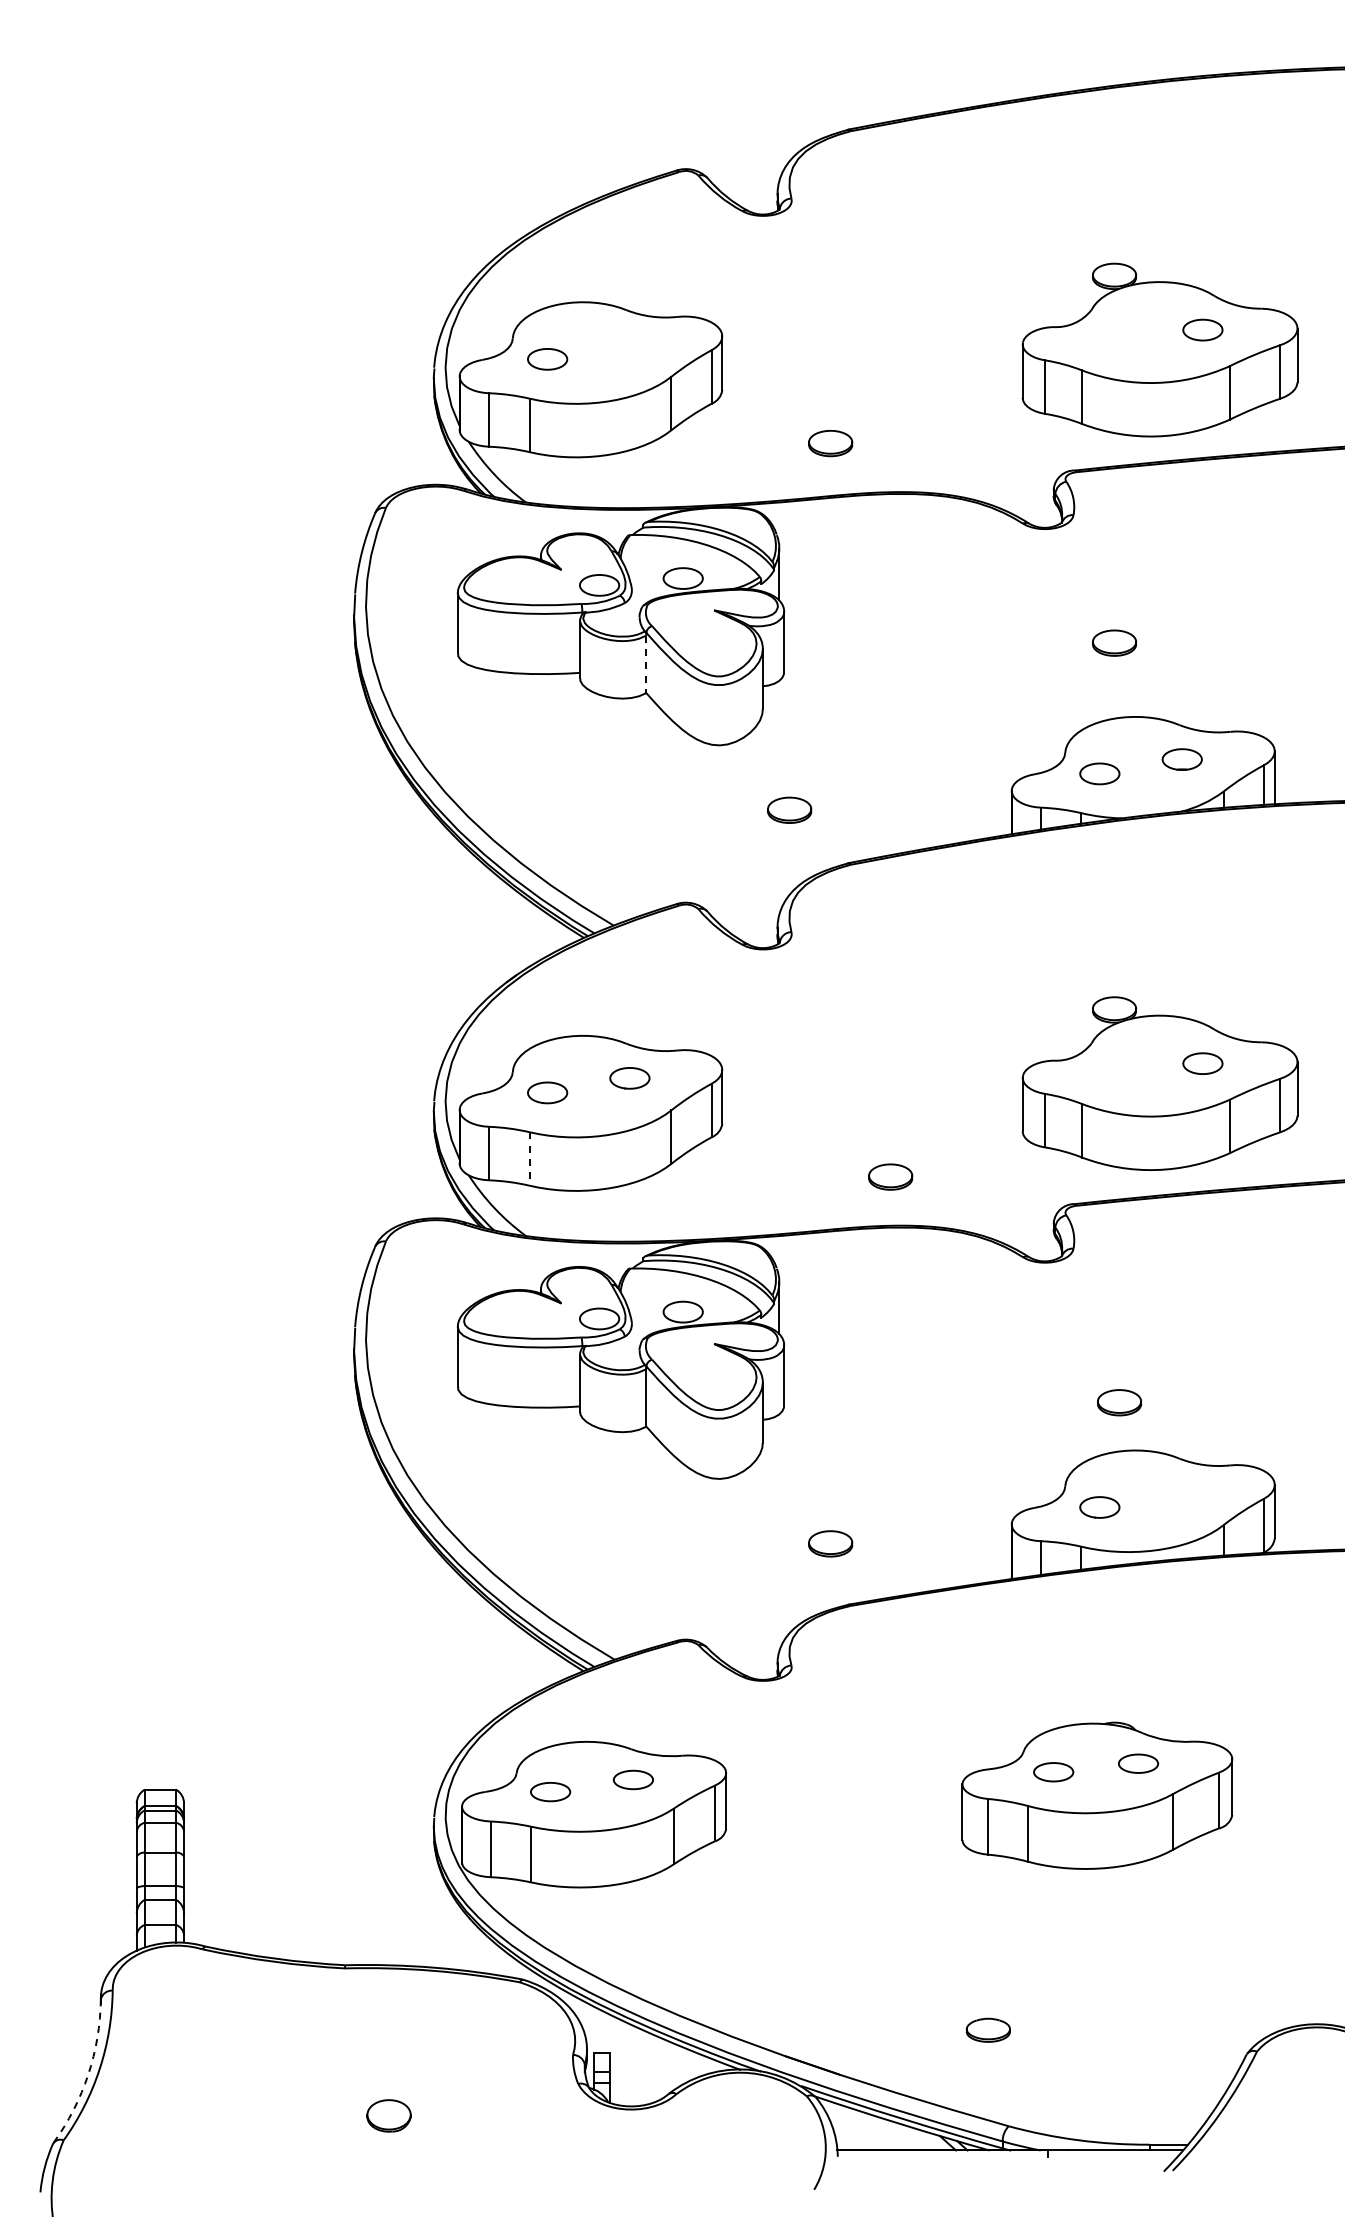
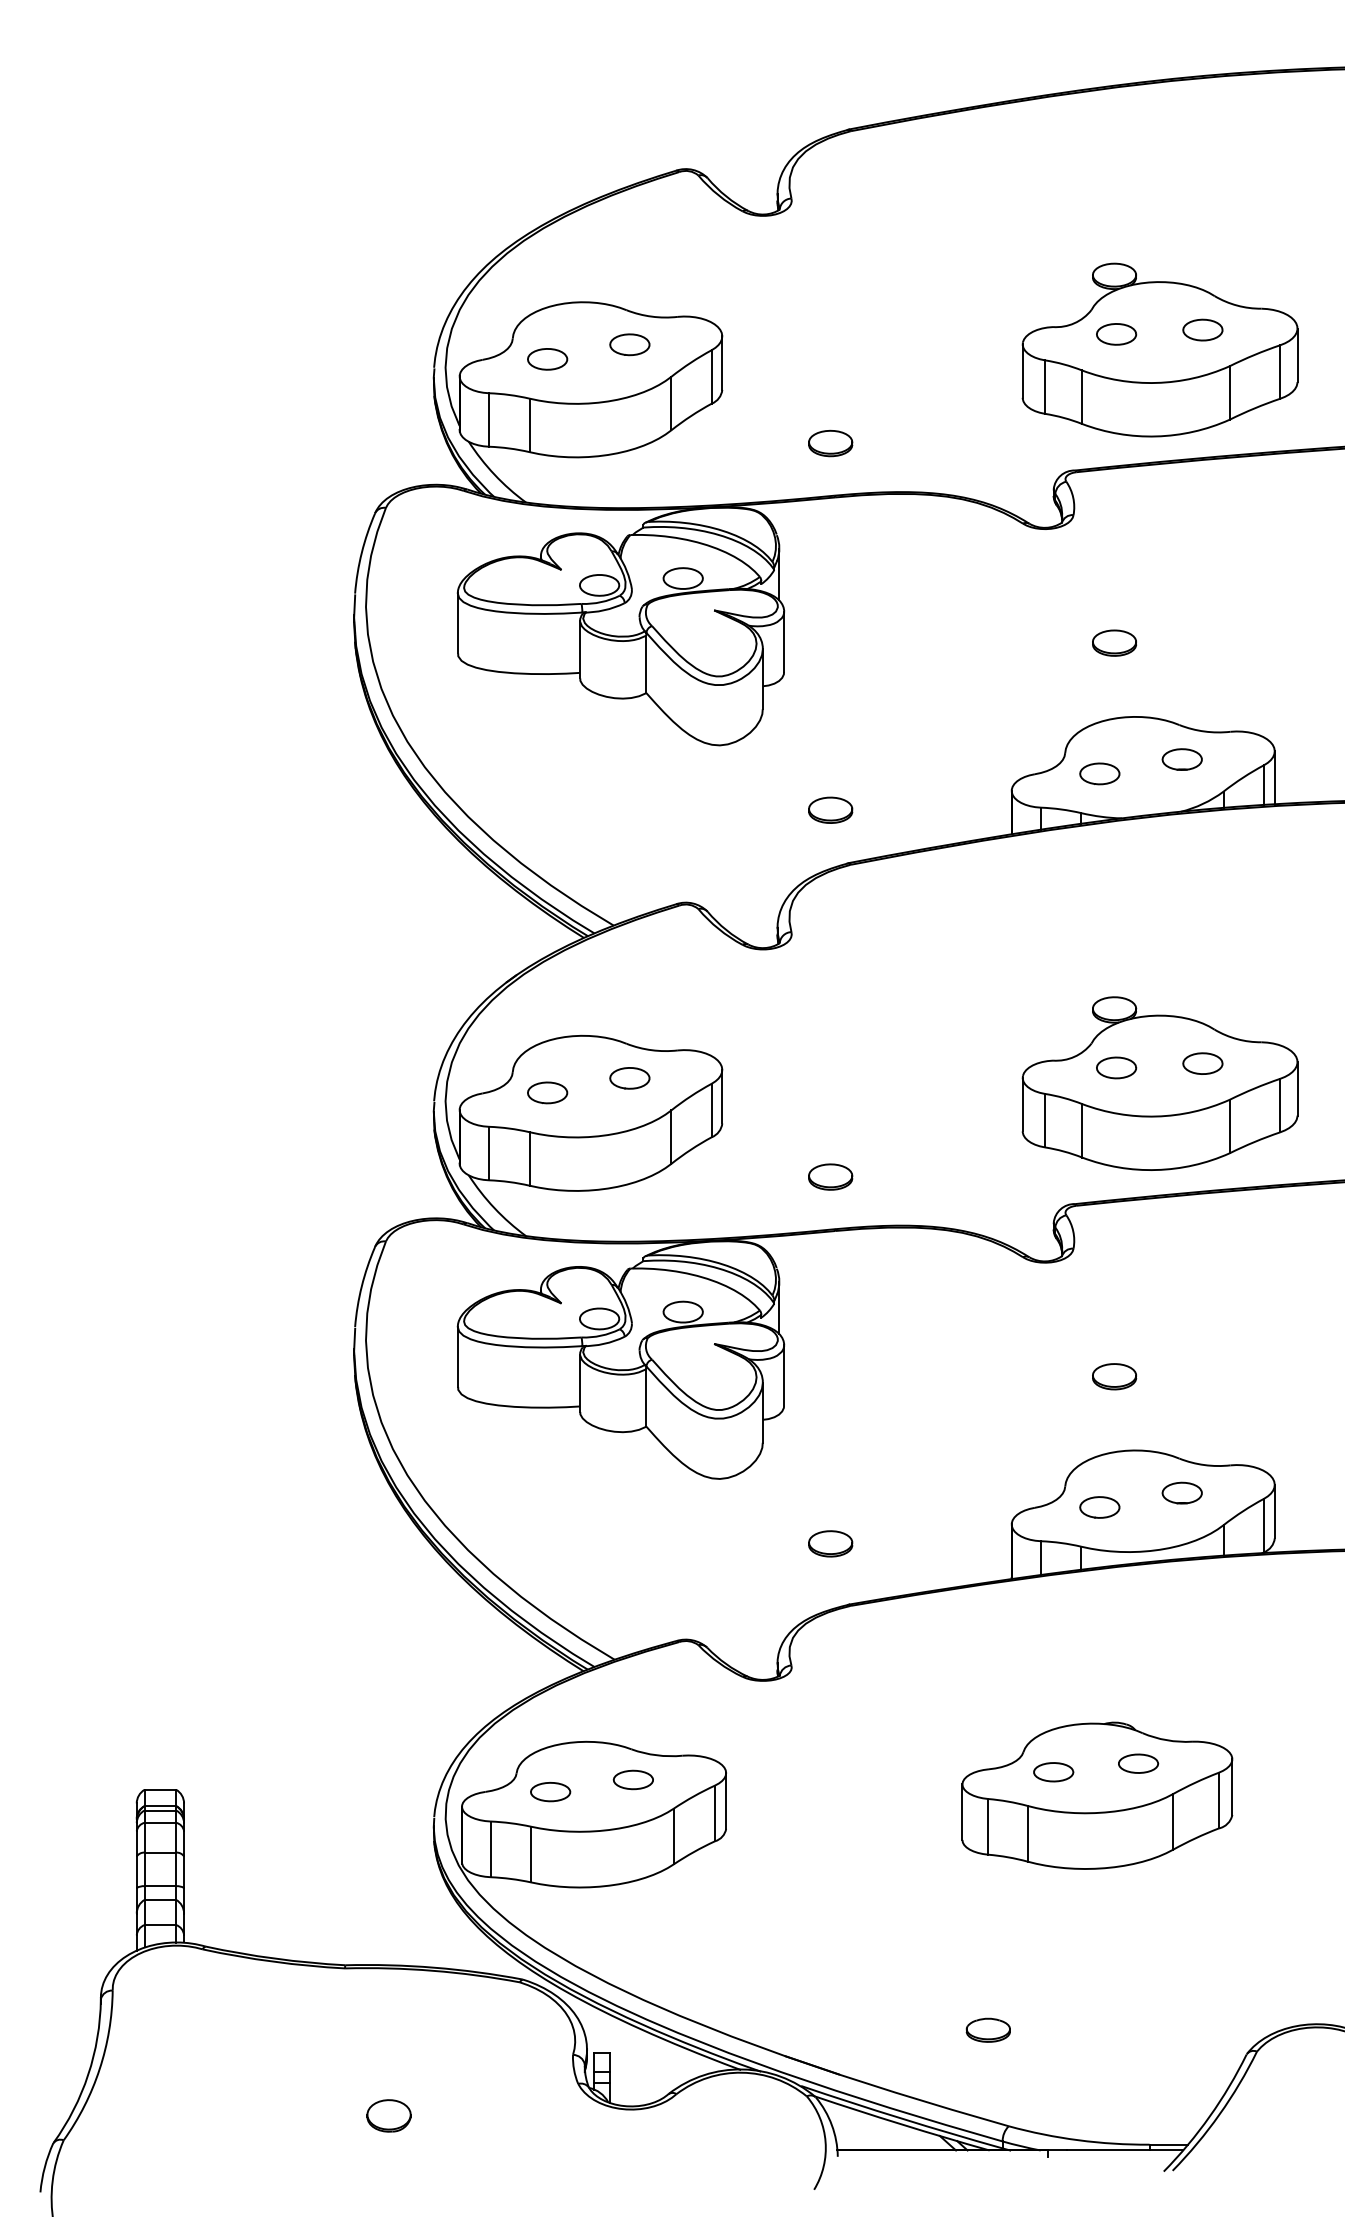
part at (1116, 334): none -> present
part at (629, 344): none -> present
line at (646, 664): dashed -> solid
part at (789, 809) position: (789, 809) -> (830, 809)
part at (1116, 1067): none -> present
line at (529, 1158): dashed -> solid
part at (890, 1176) position: (890, 1176) -> (830, 1176)
part at (1119, 1402) position: (1119, 1402) -> (1114, 1376)
part at (1181, 1492): none -> present
arc at (88, 2074): dashed -> solid
